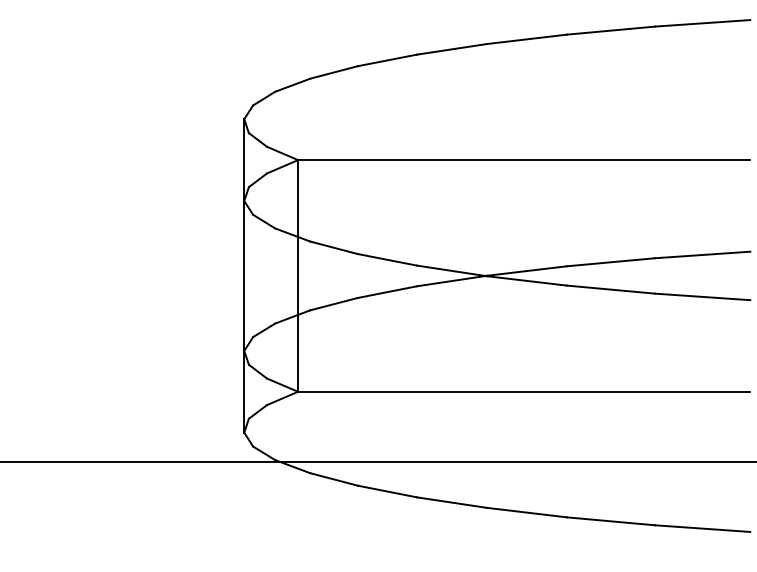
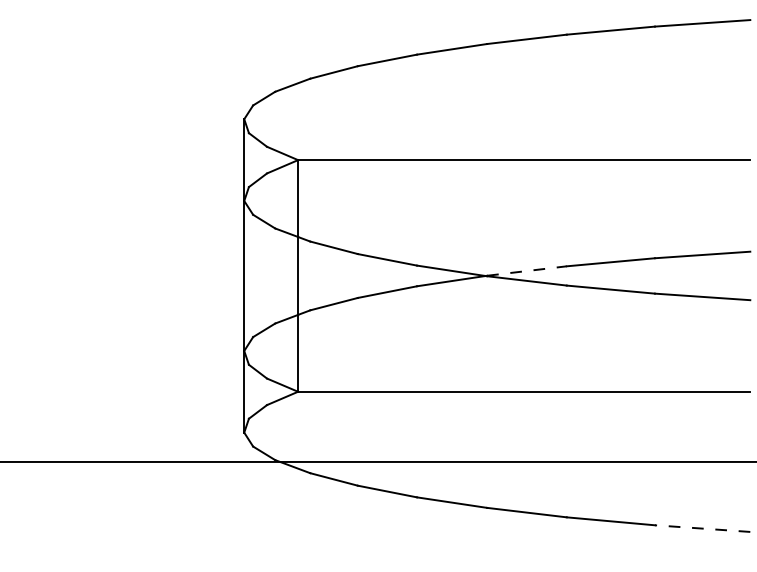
line at (527, 270): solid -> dashed
line at (702, 528): solid -> dashed
